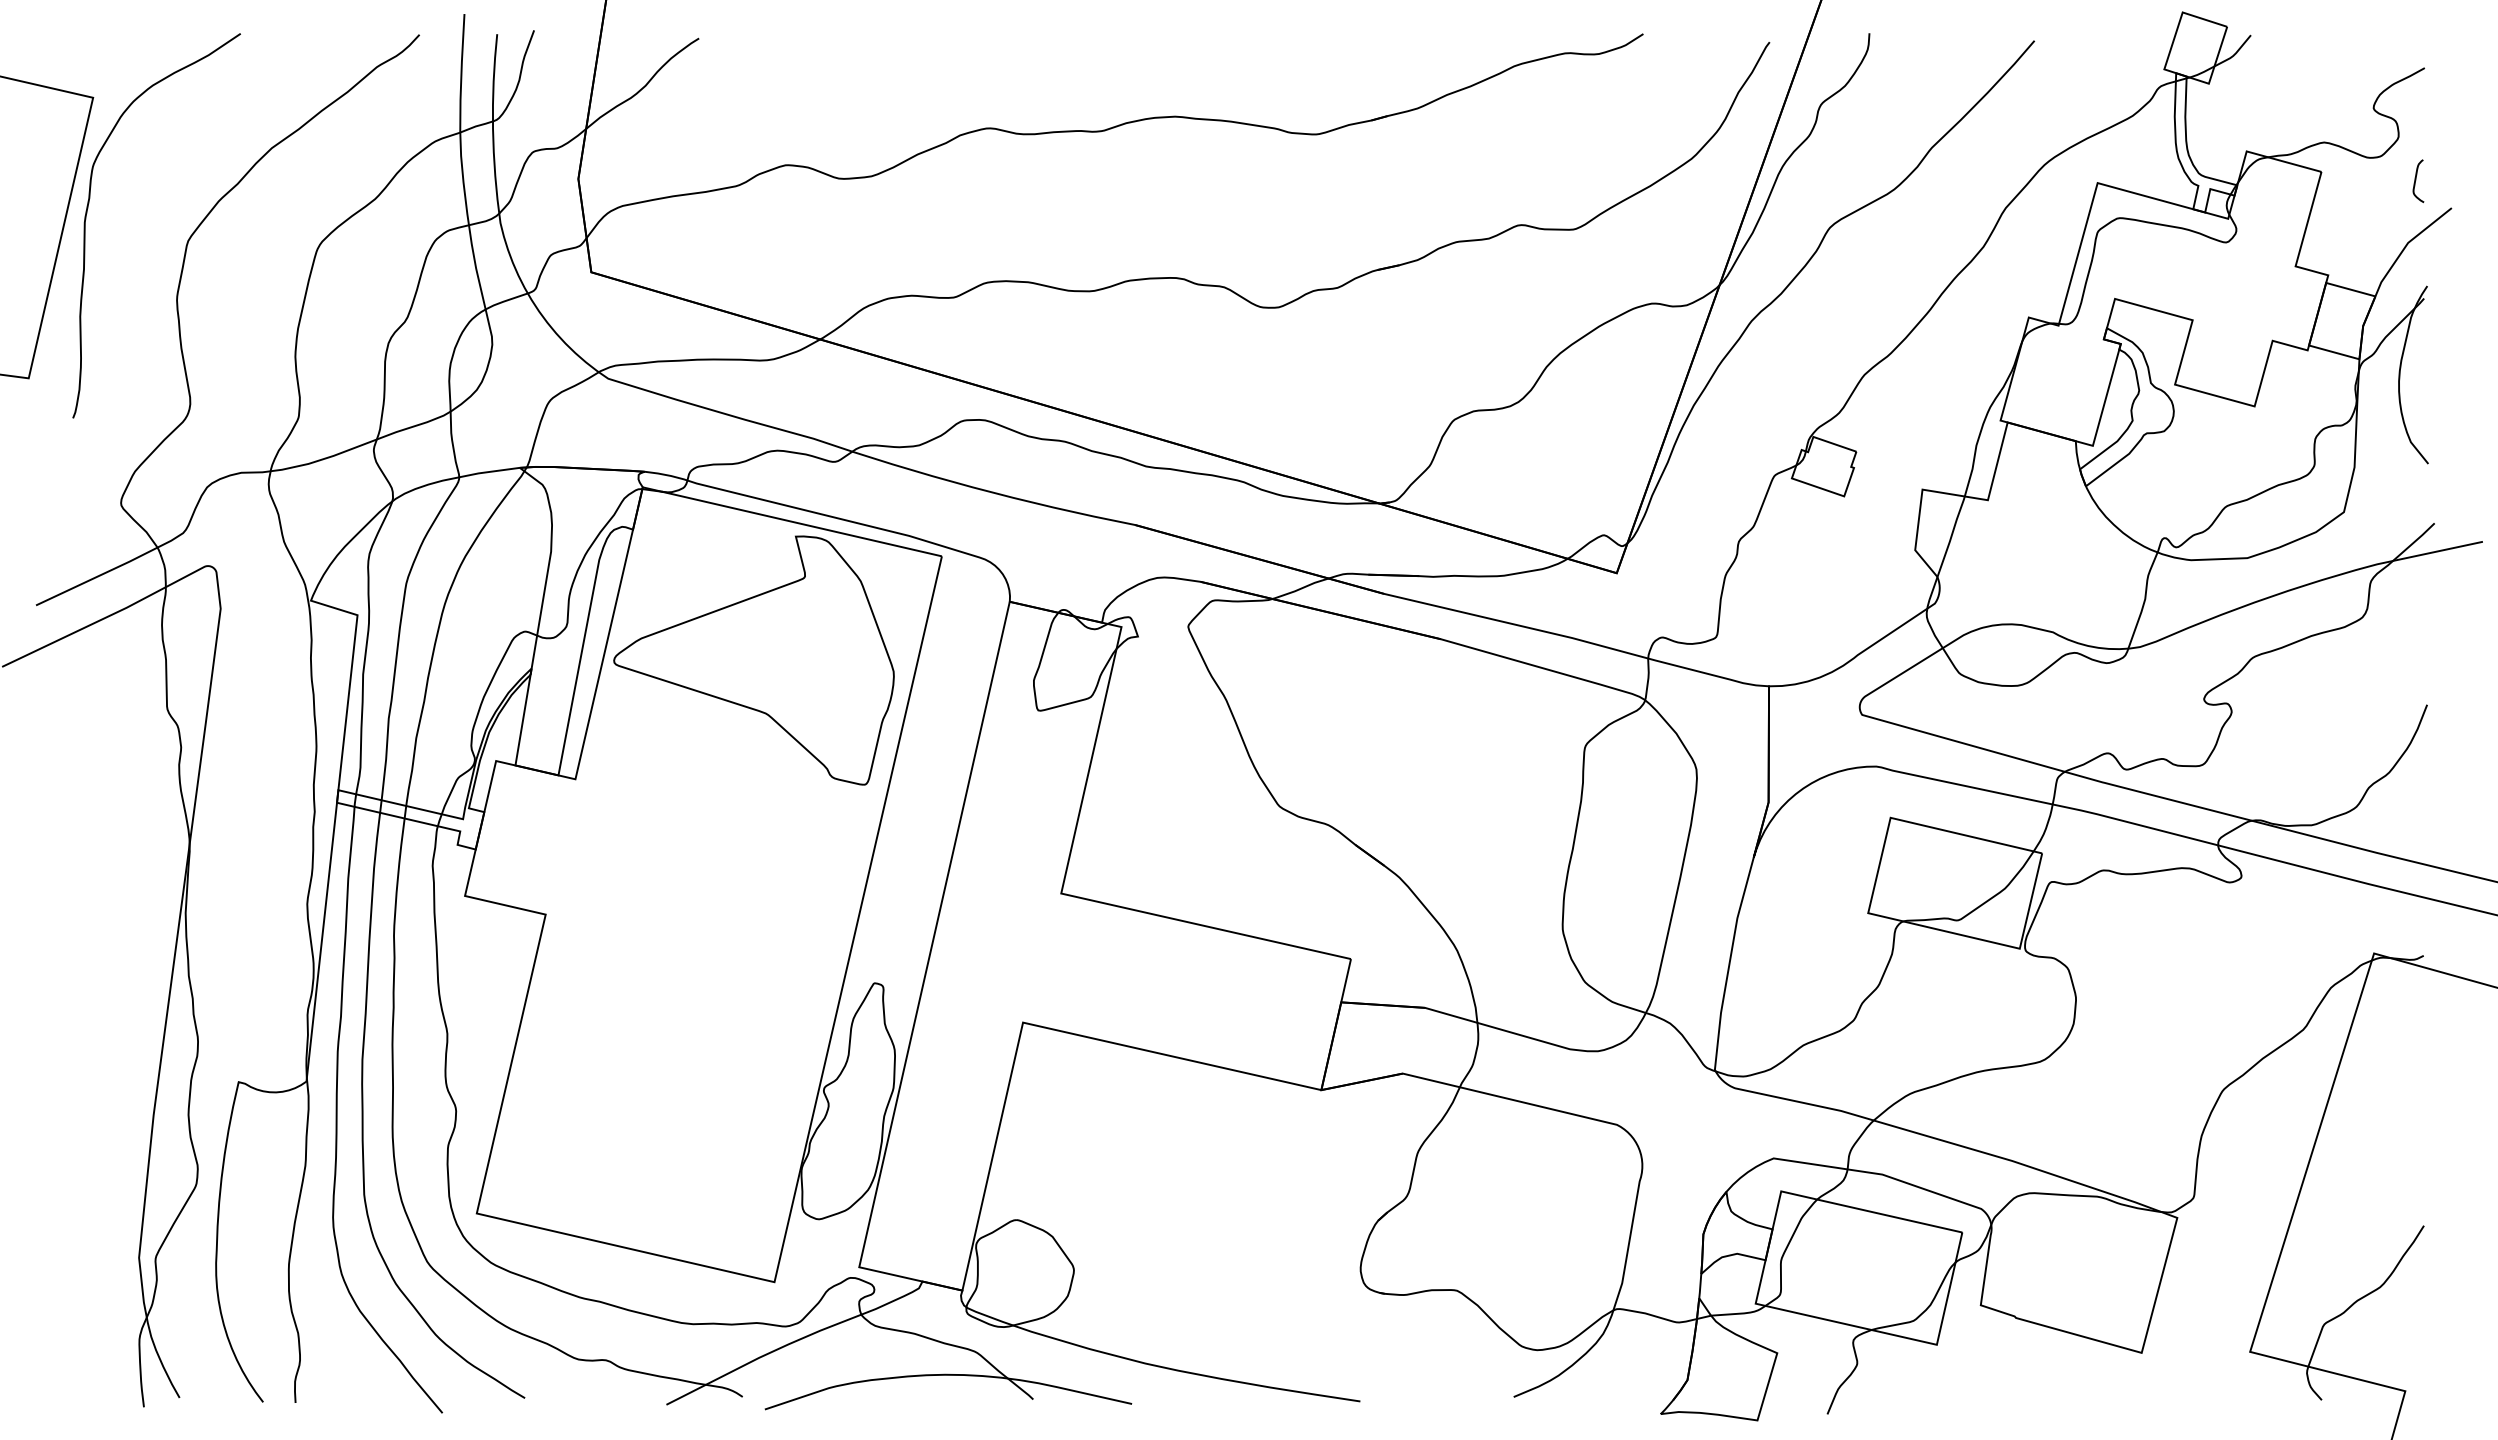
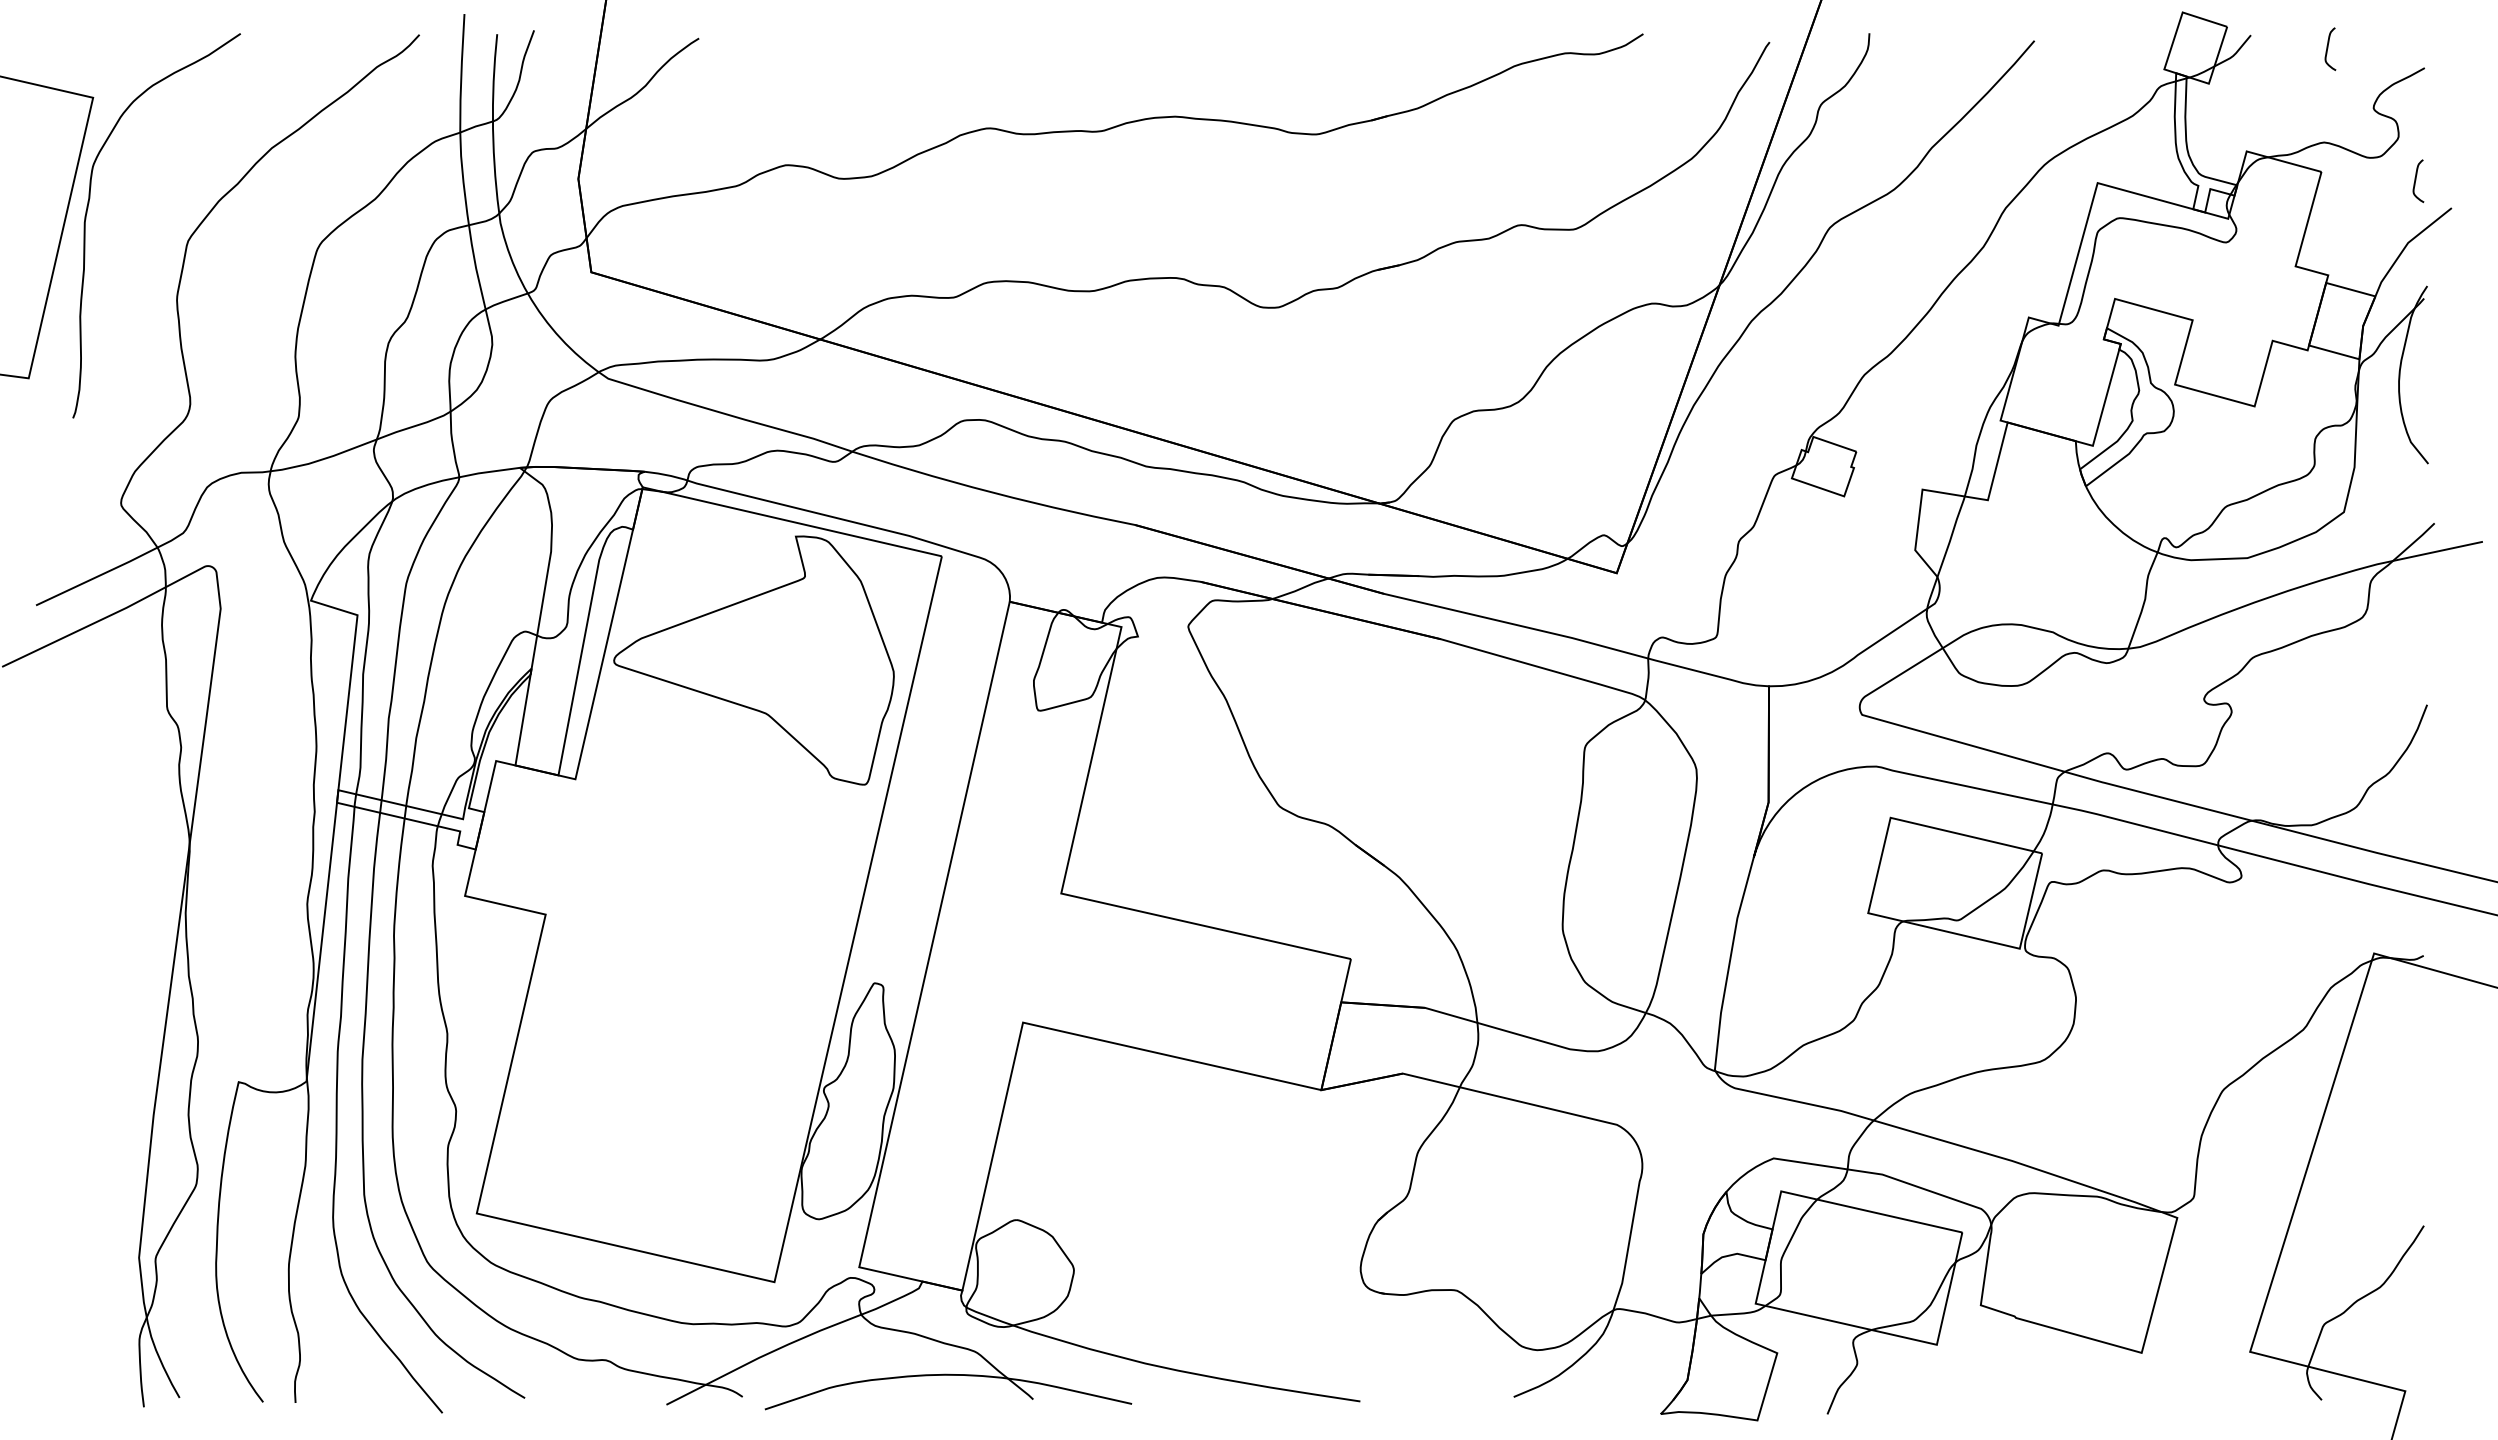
curve at (2328, 48): none -> present
